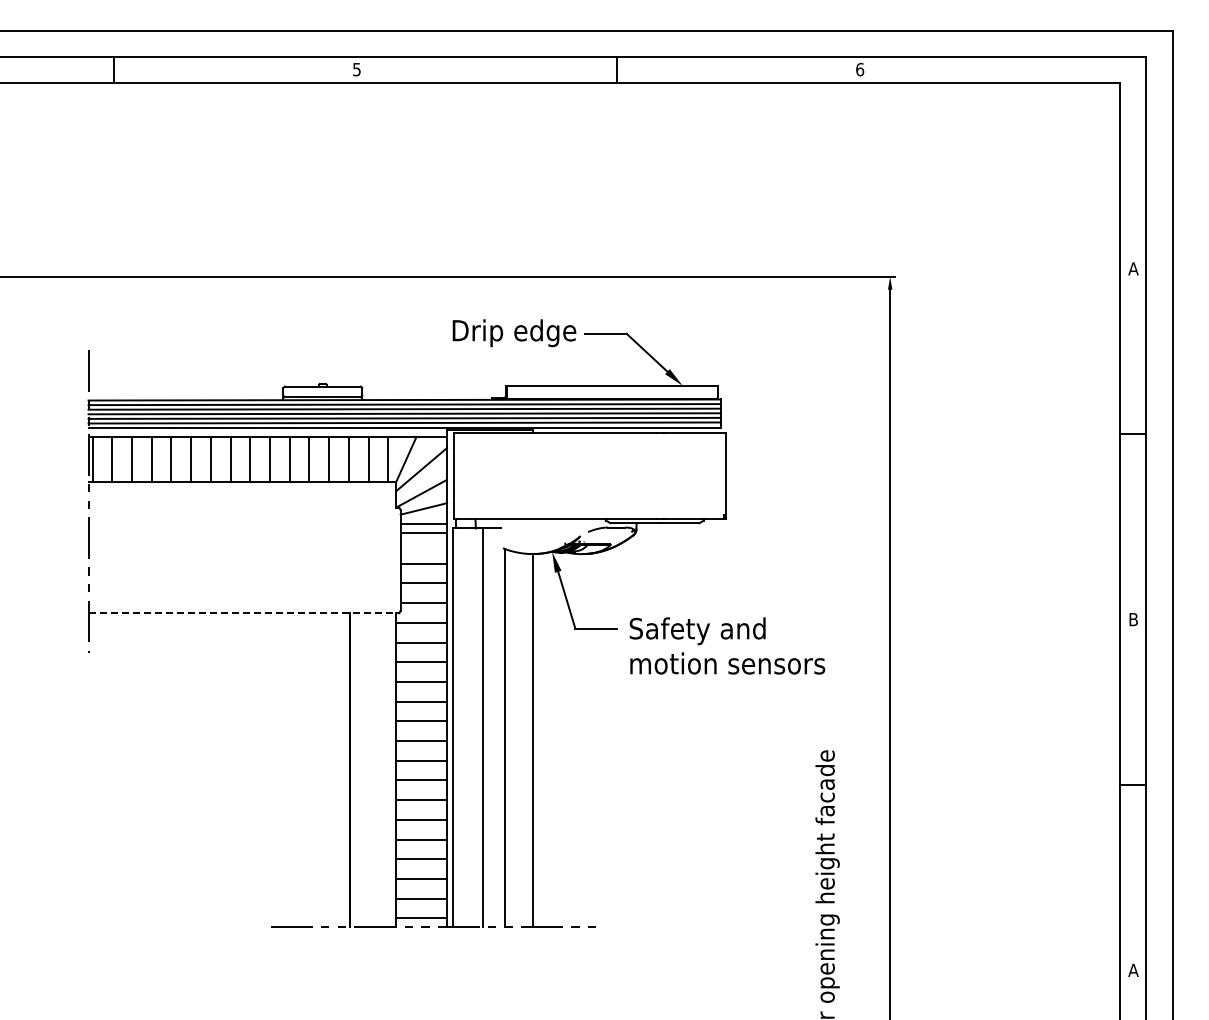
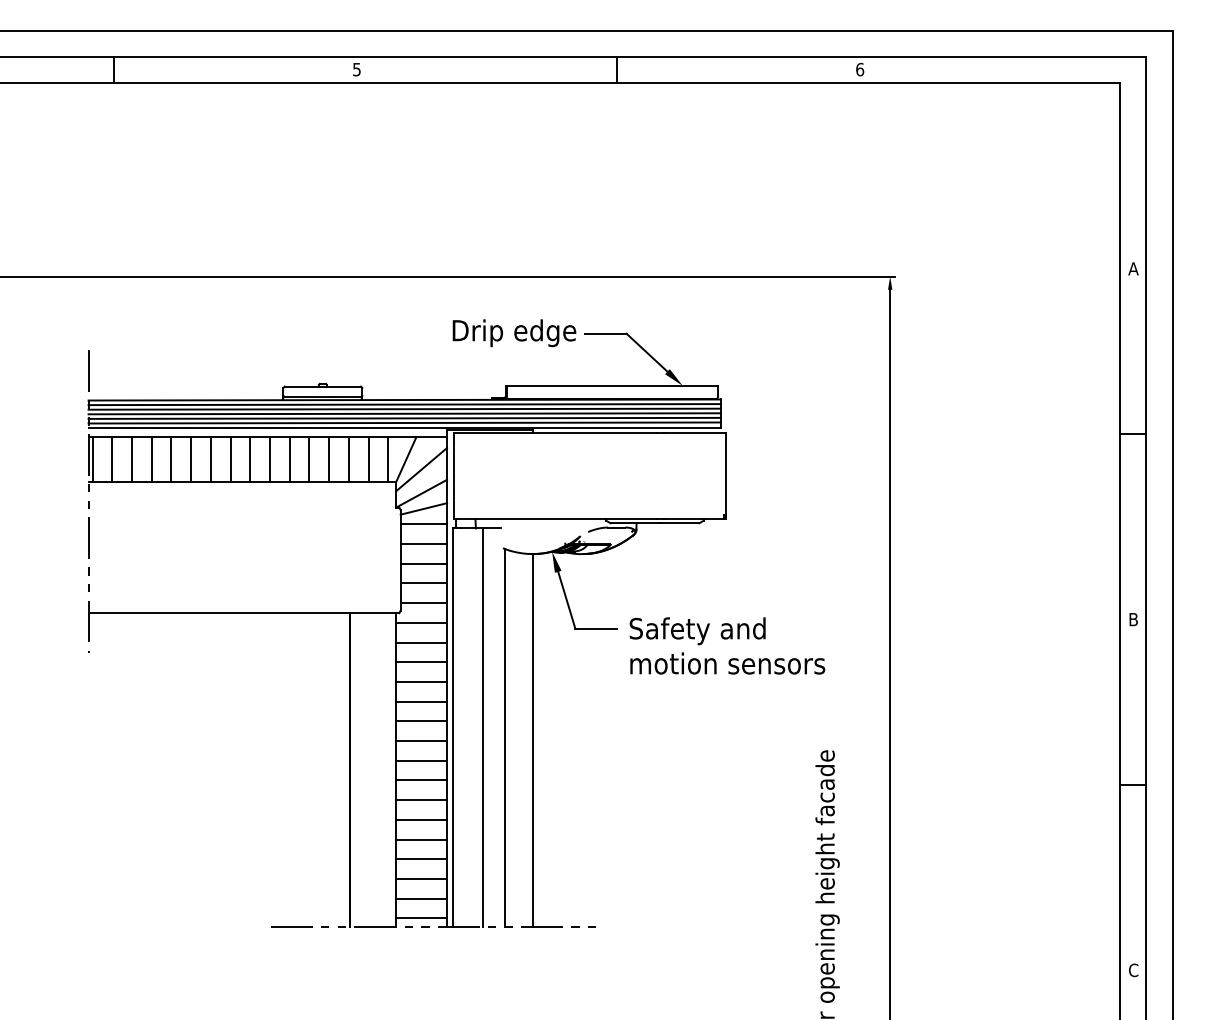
line at (423, 533) position: (423, 533) -> (423, 544)
line at (244, 613): dashed -> solid
text at (1133, 970): A -> C
